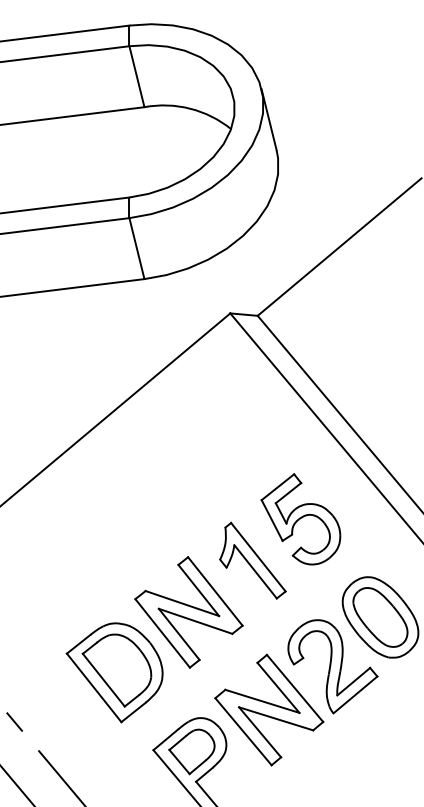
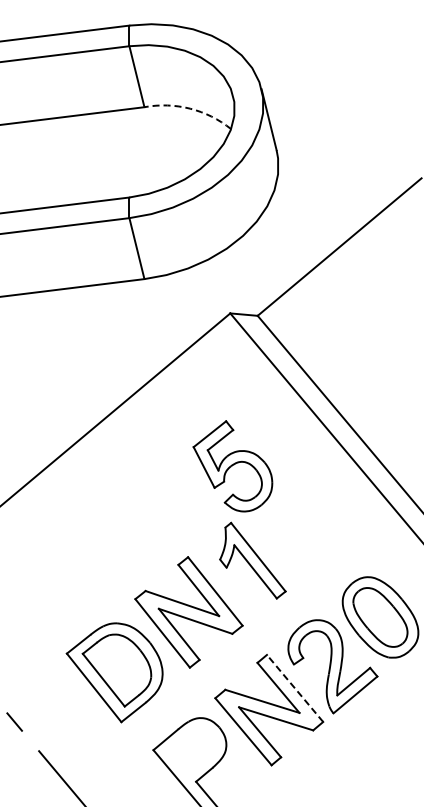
arc at (190, 108): solid -> dashed
part at (300, 519) position: (300, 519) -> (232, 466)
line at (295, 688): solid -> dashed
part at (191, 751): present -> none
line at (17, 785): present -> none
